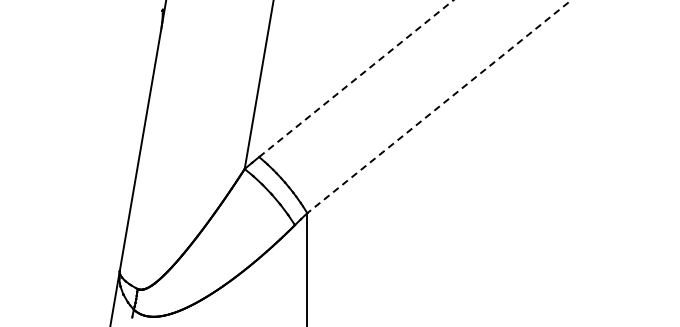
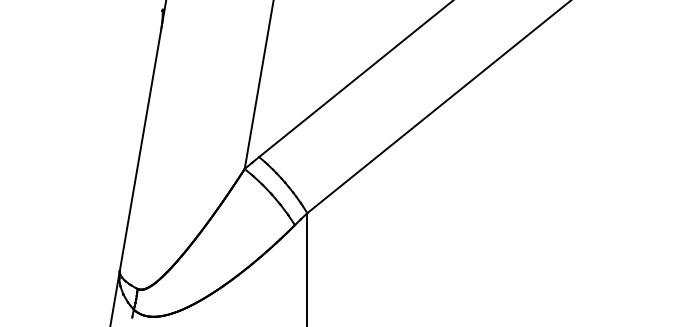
line at (356, 78): dashed -> solid
line at (438, 107): dashed -> solid
